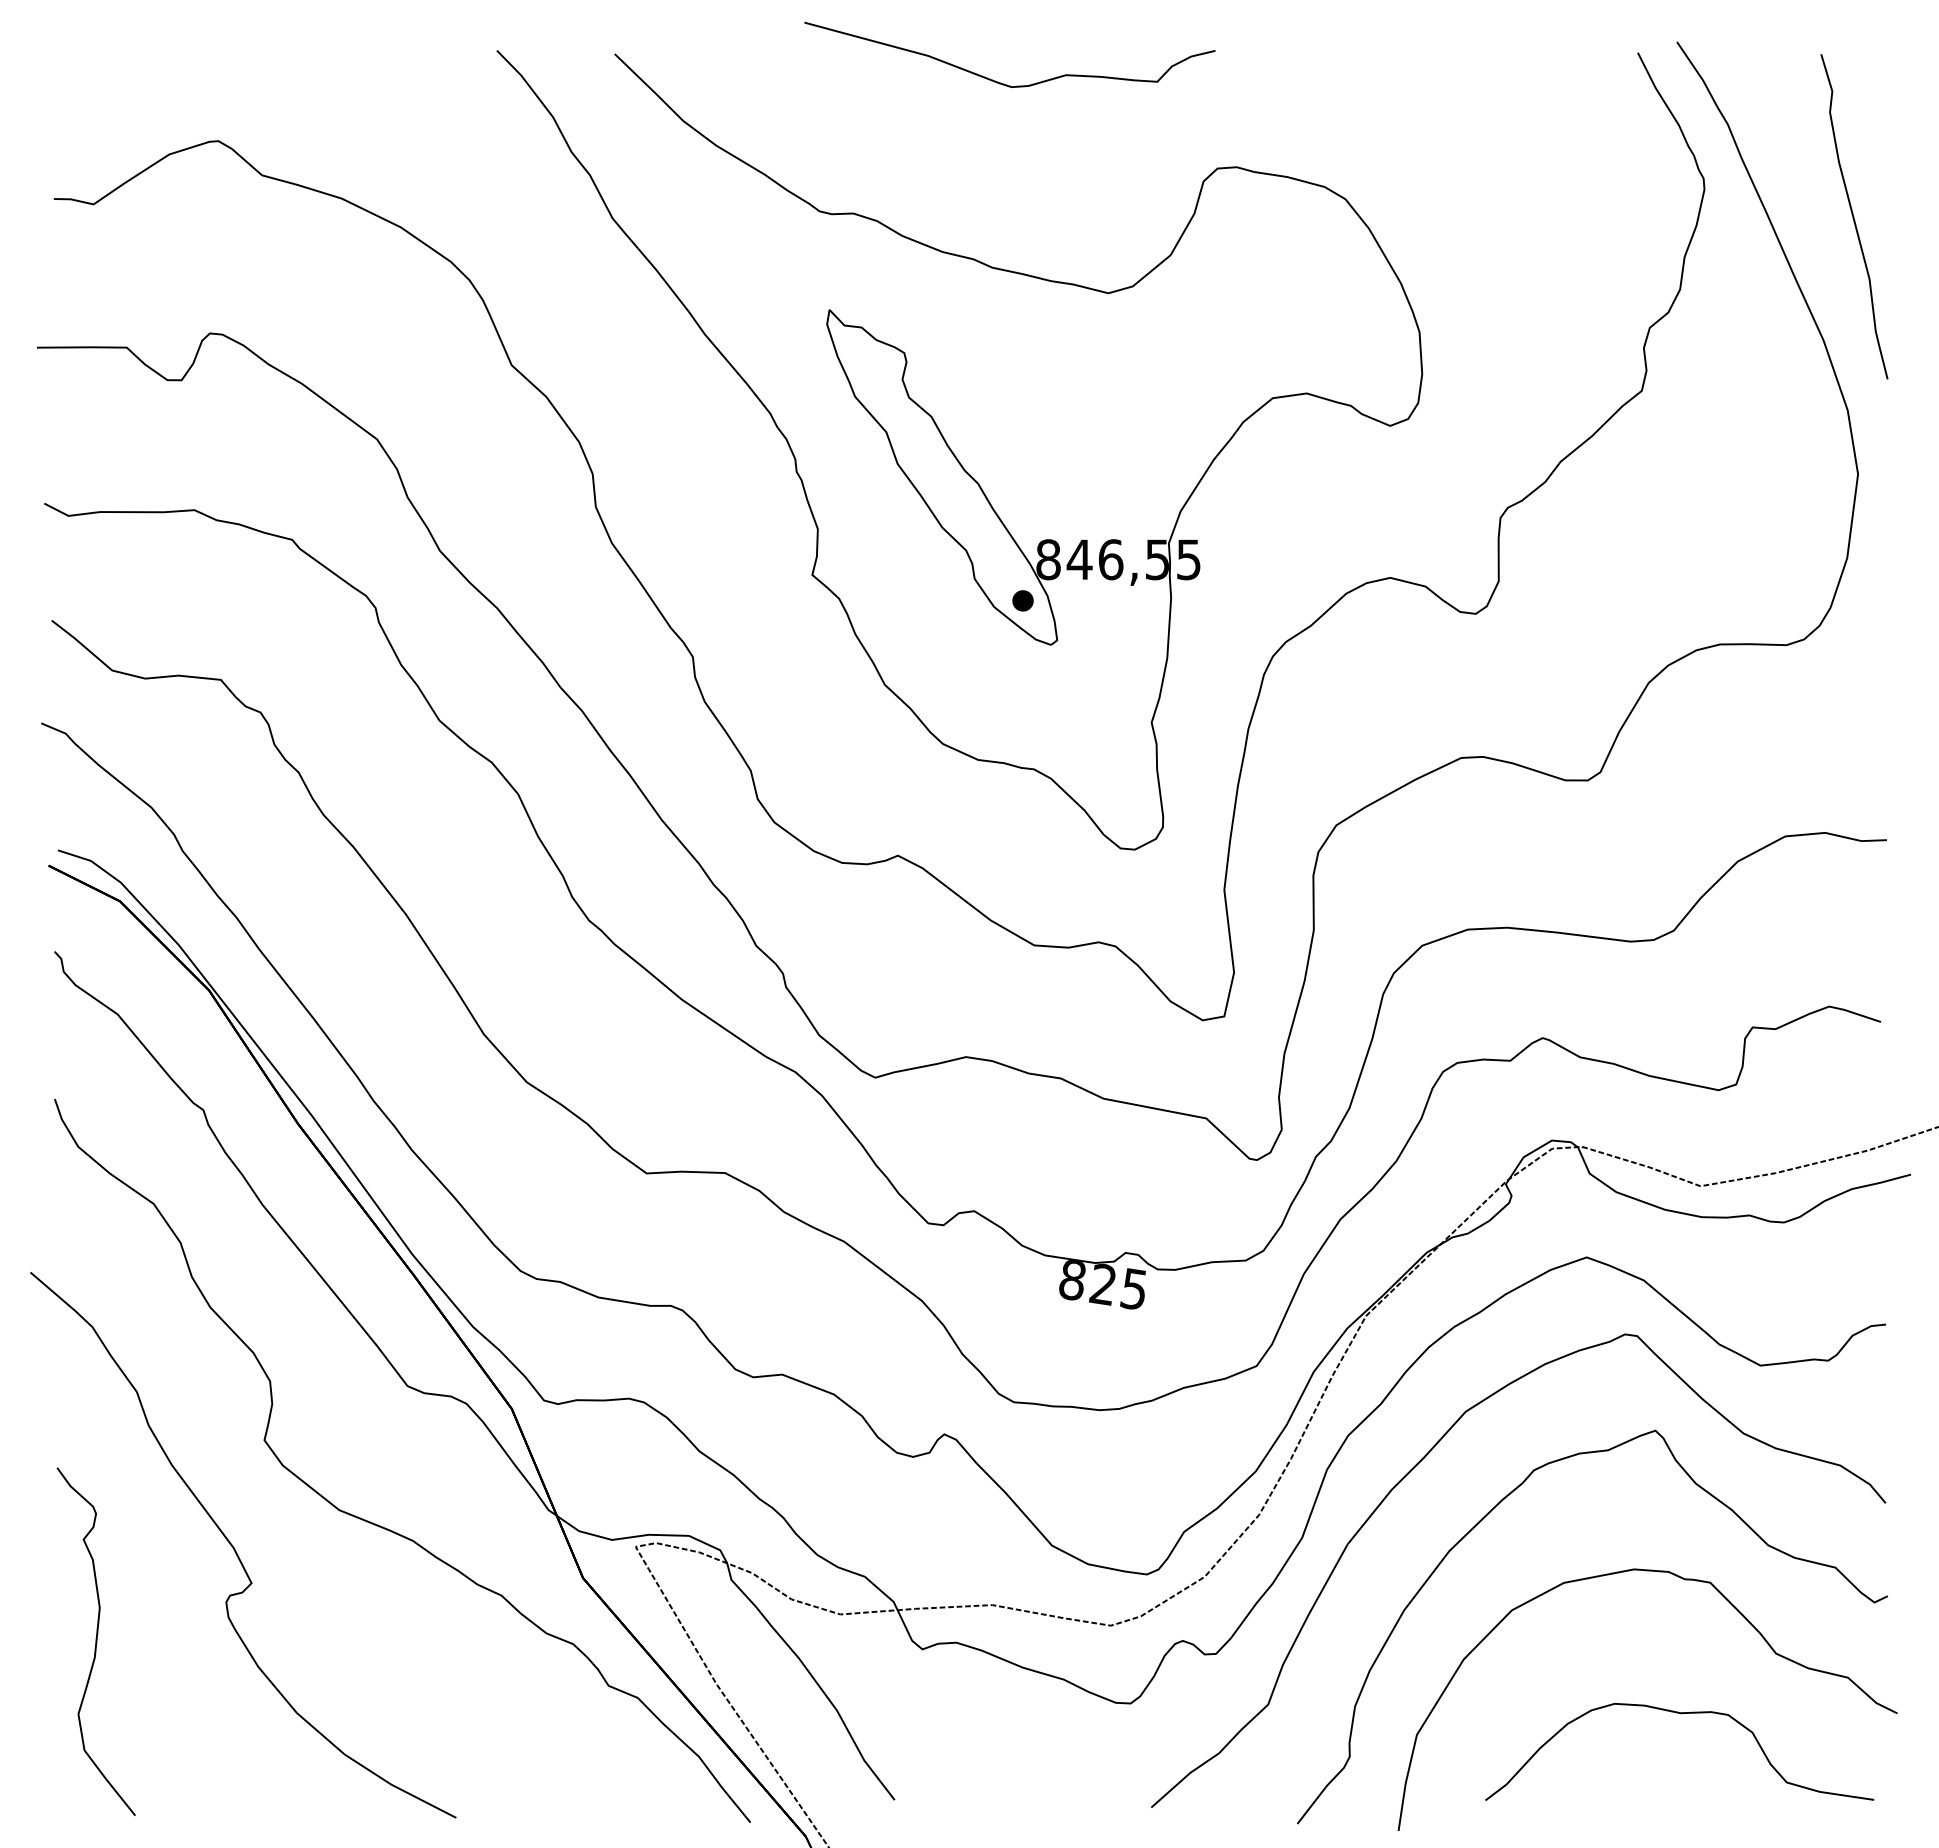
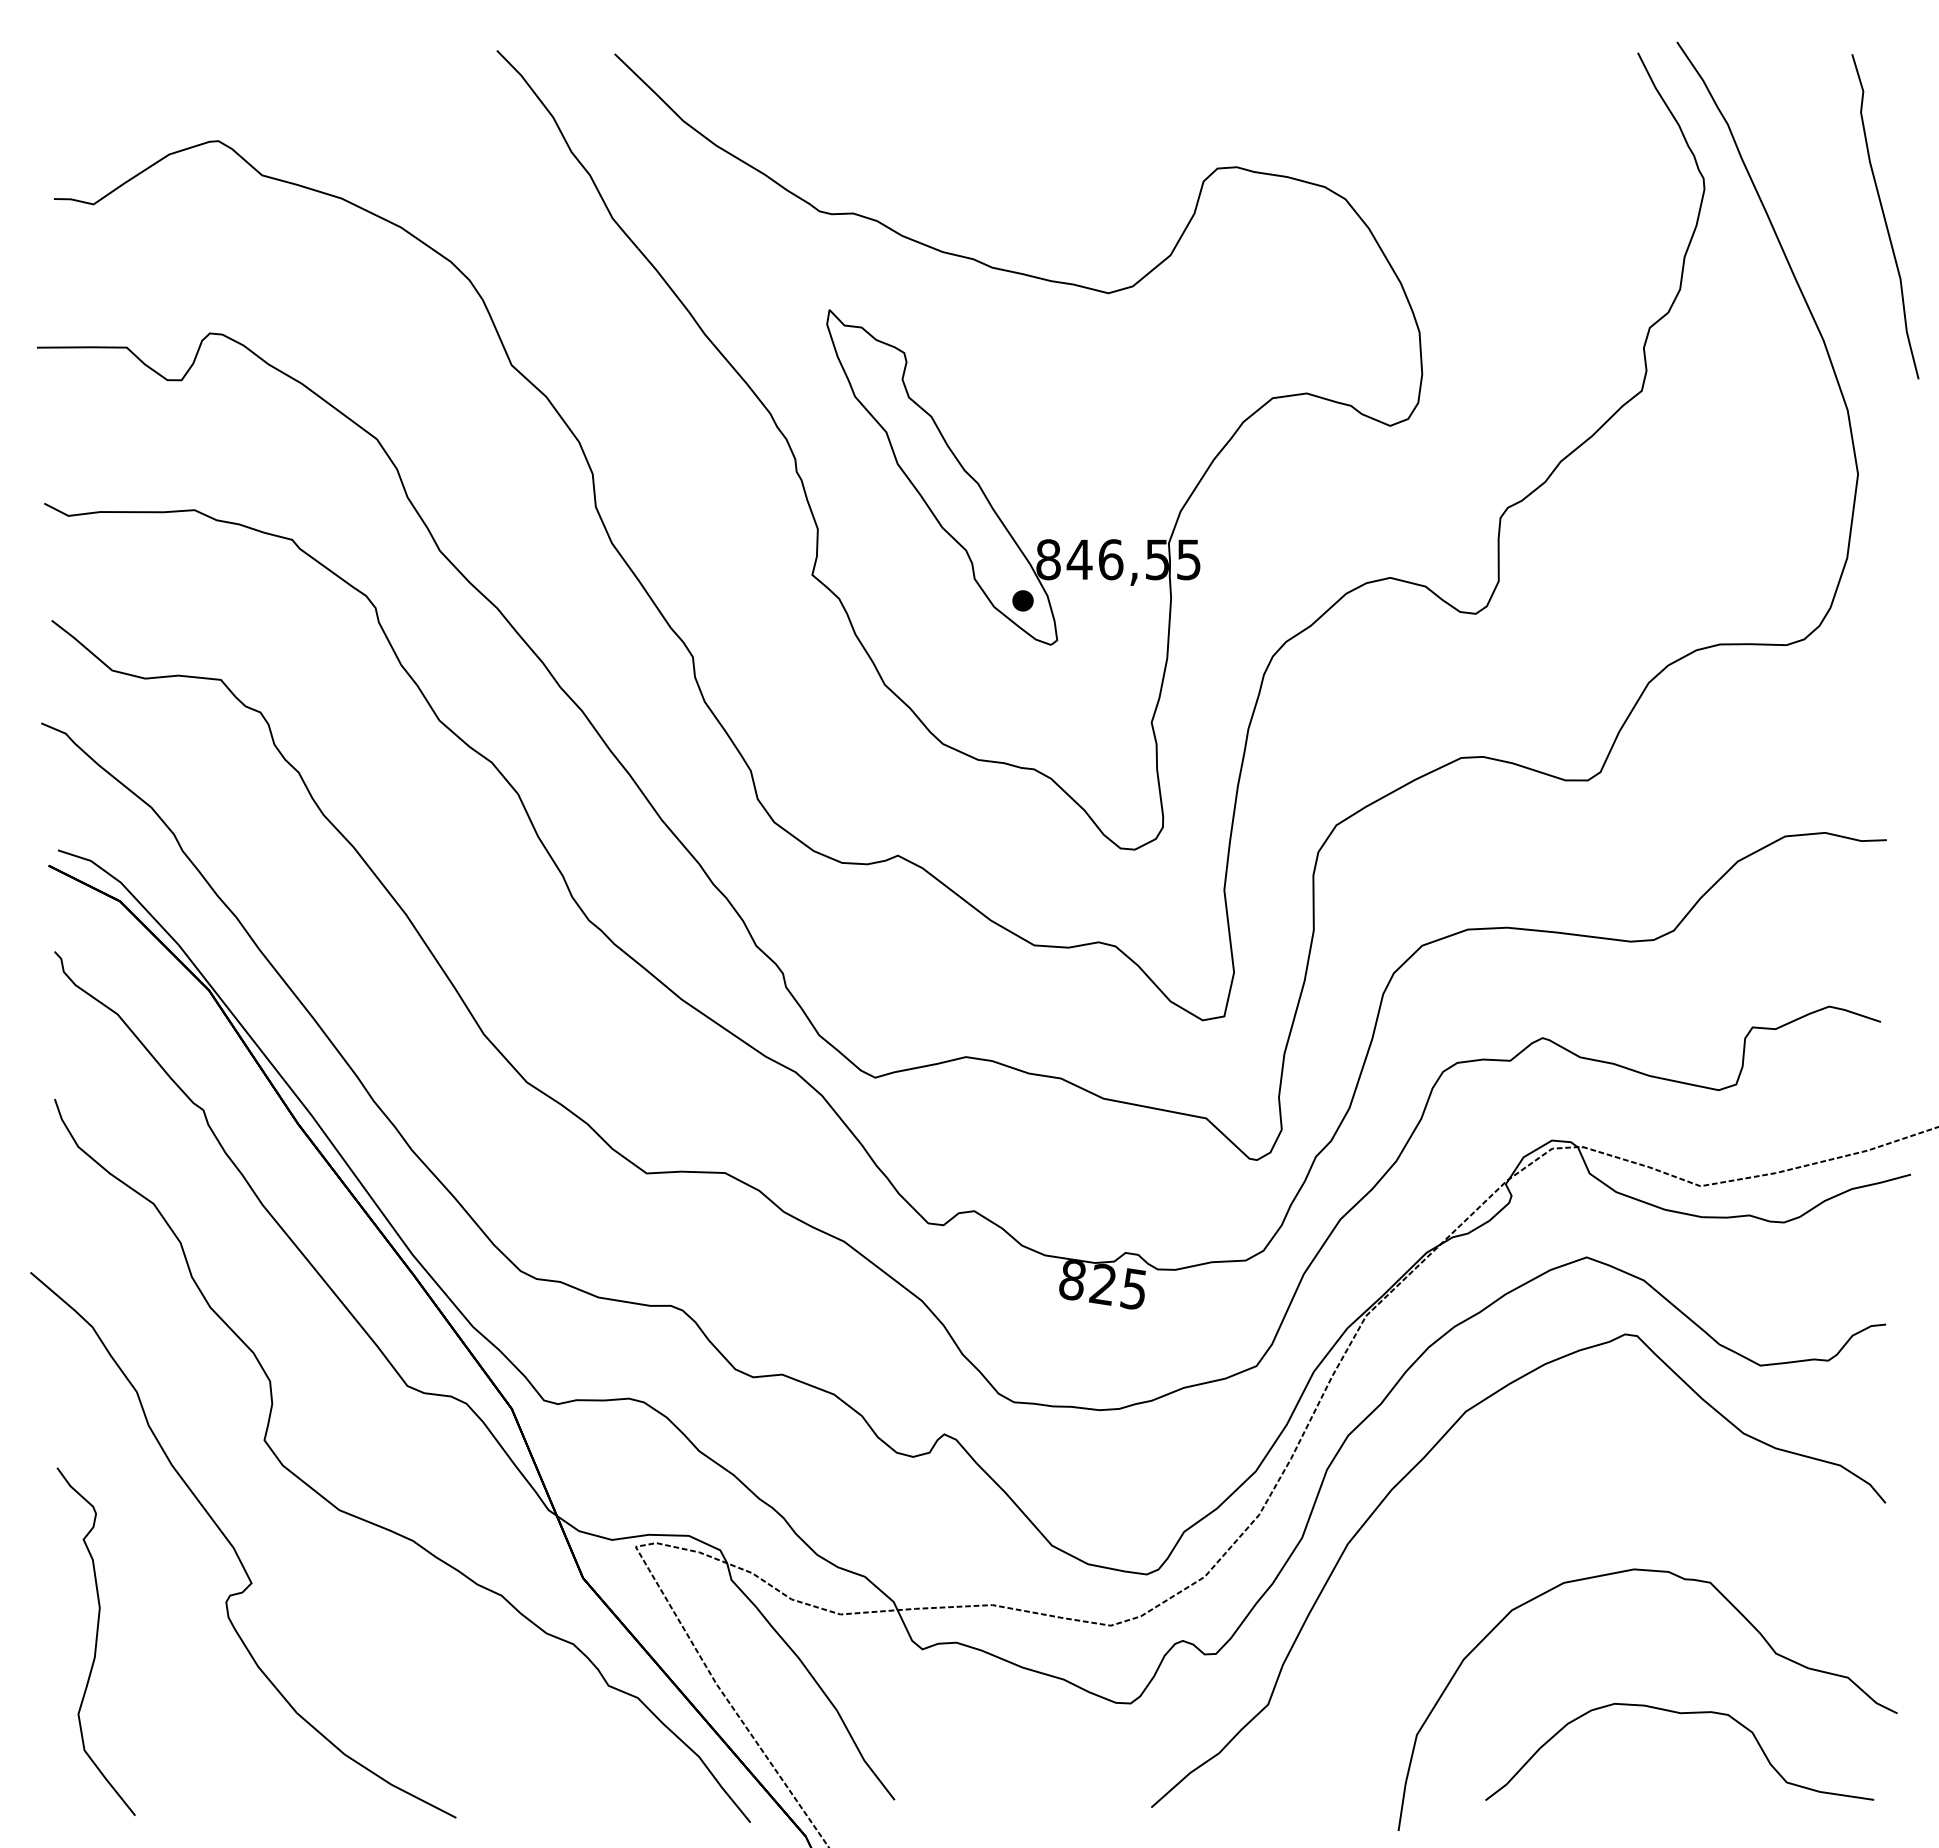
curve at (1001, 82): present -> none
curve at (1854, 216) position: (1854, 216) -> (1885, 216)
curve at (1484, 1518): present -> none
